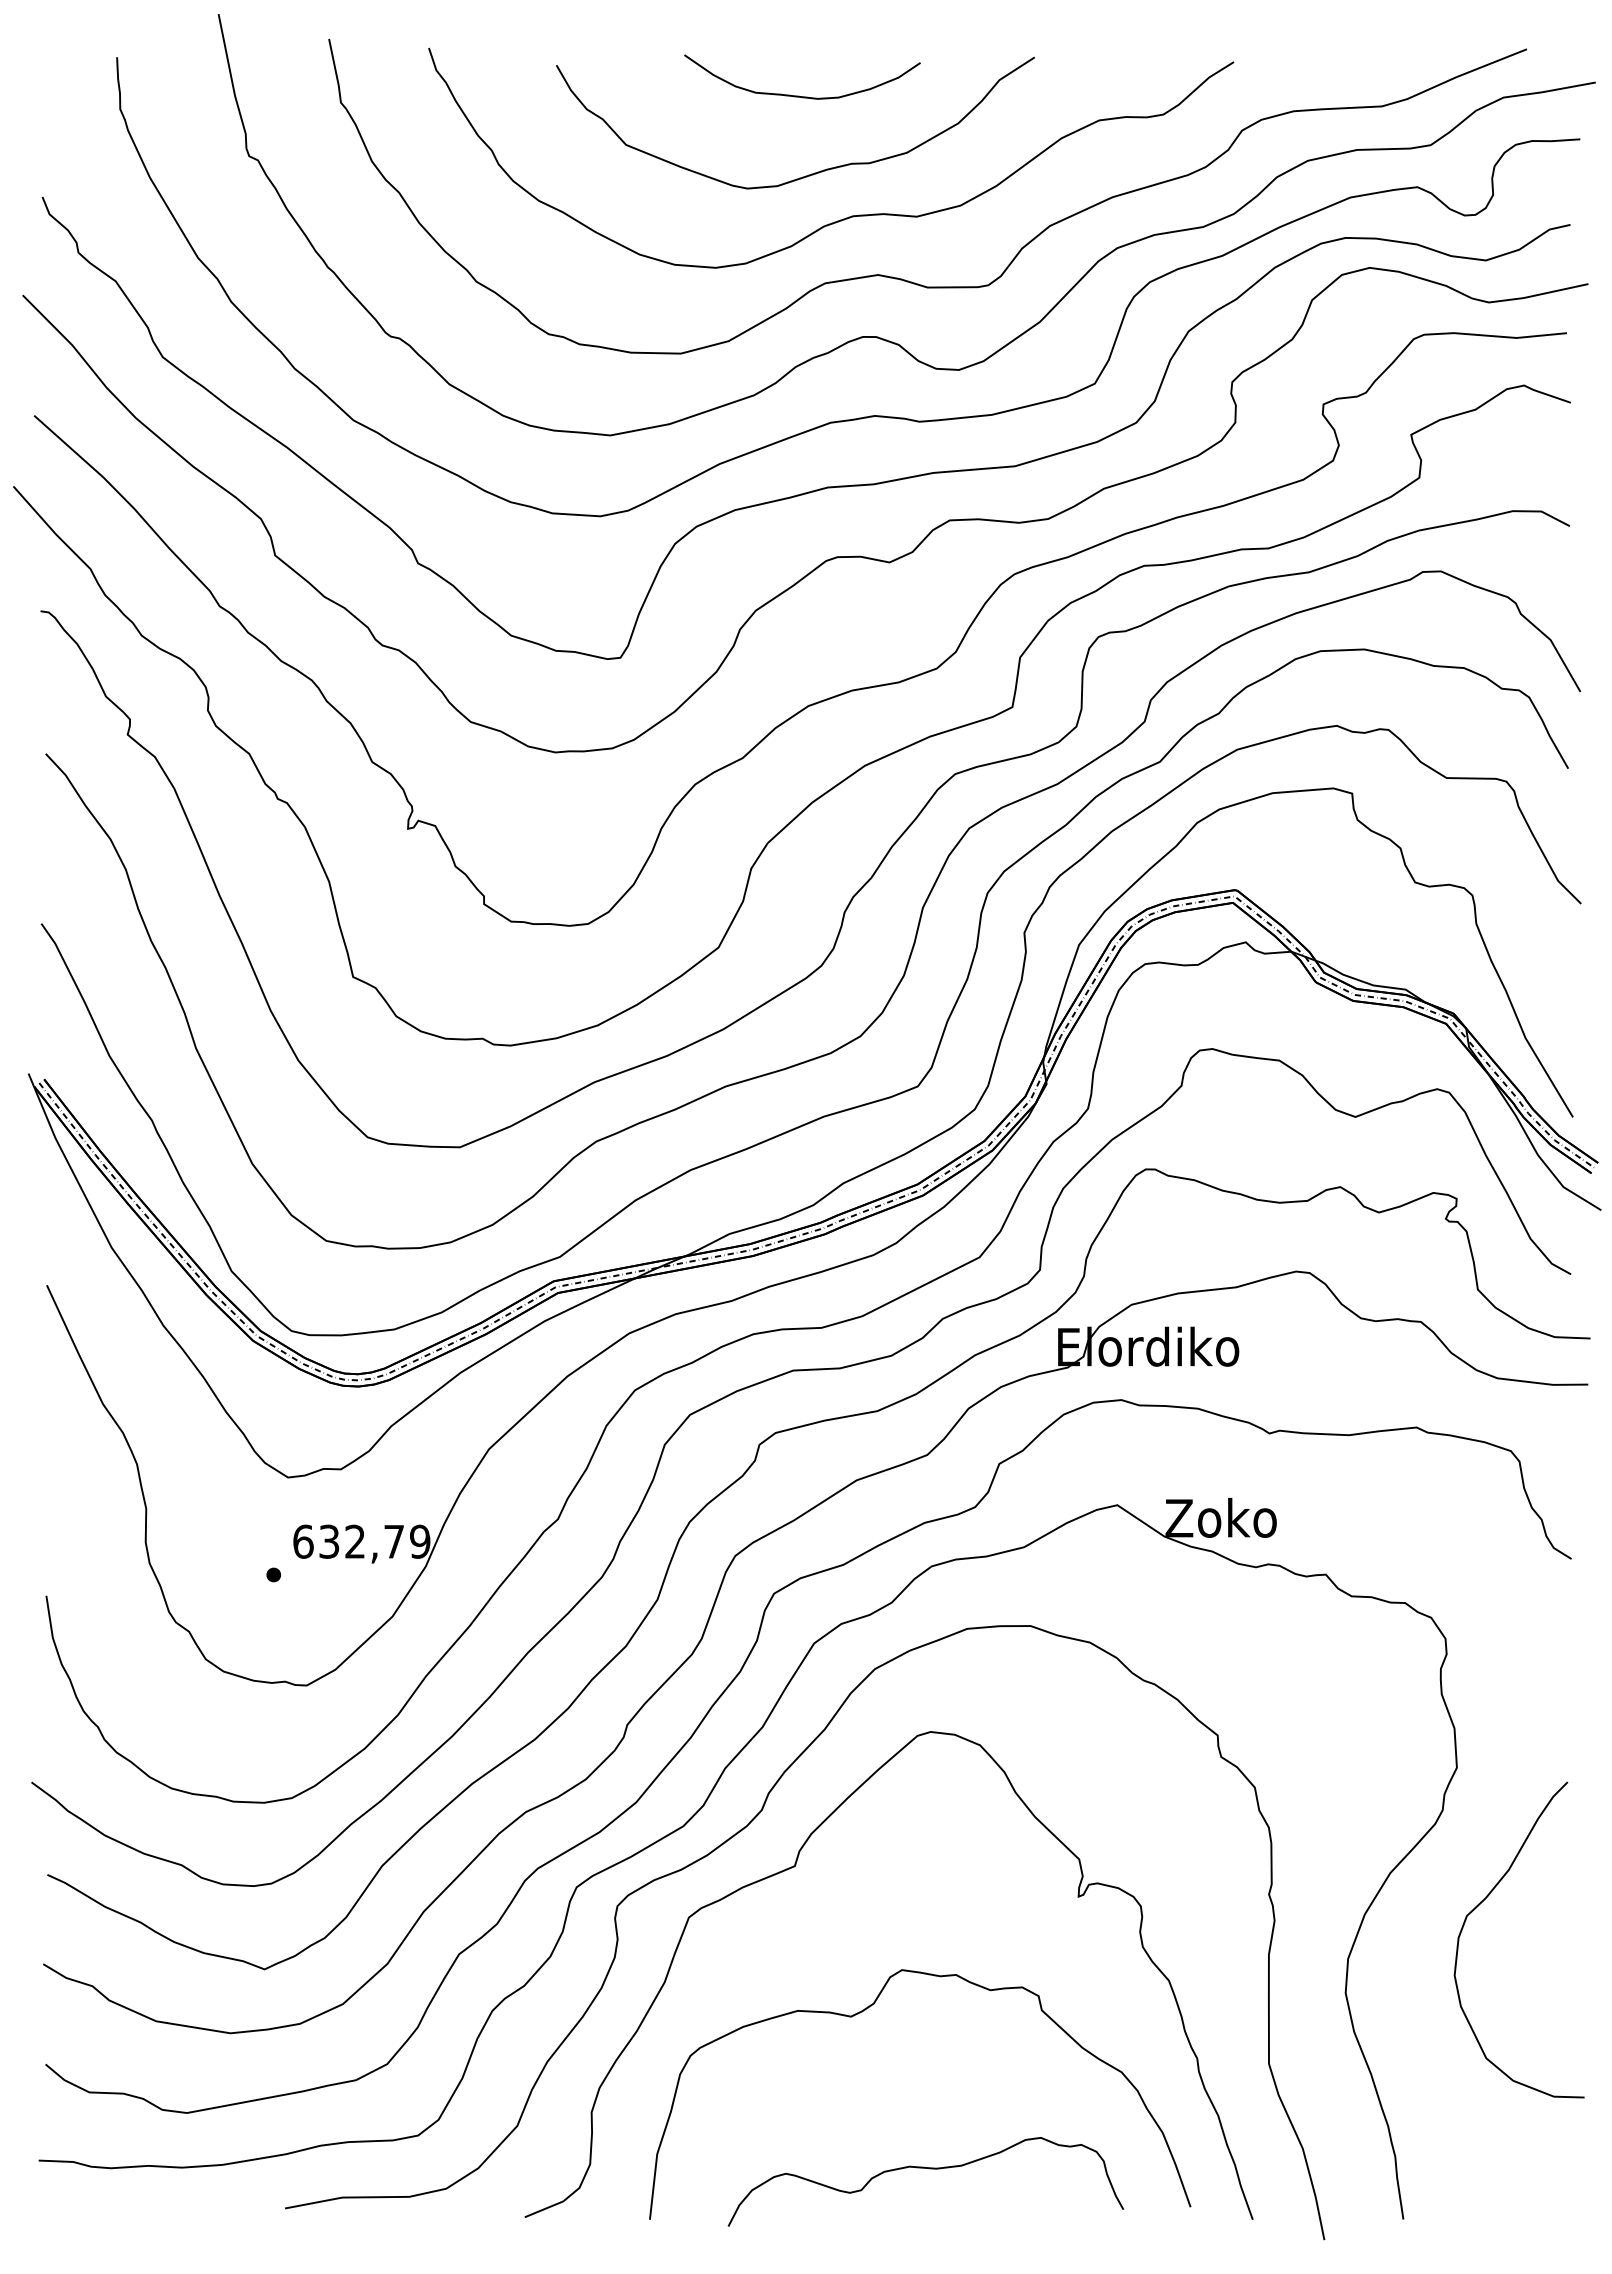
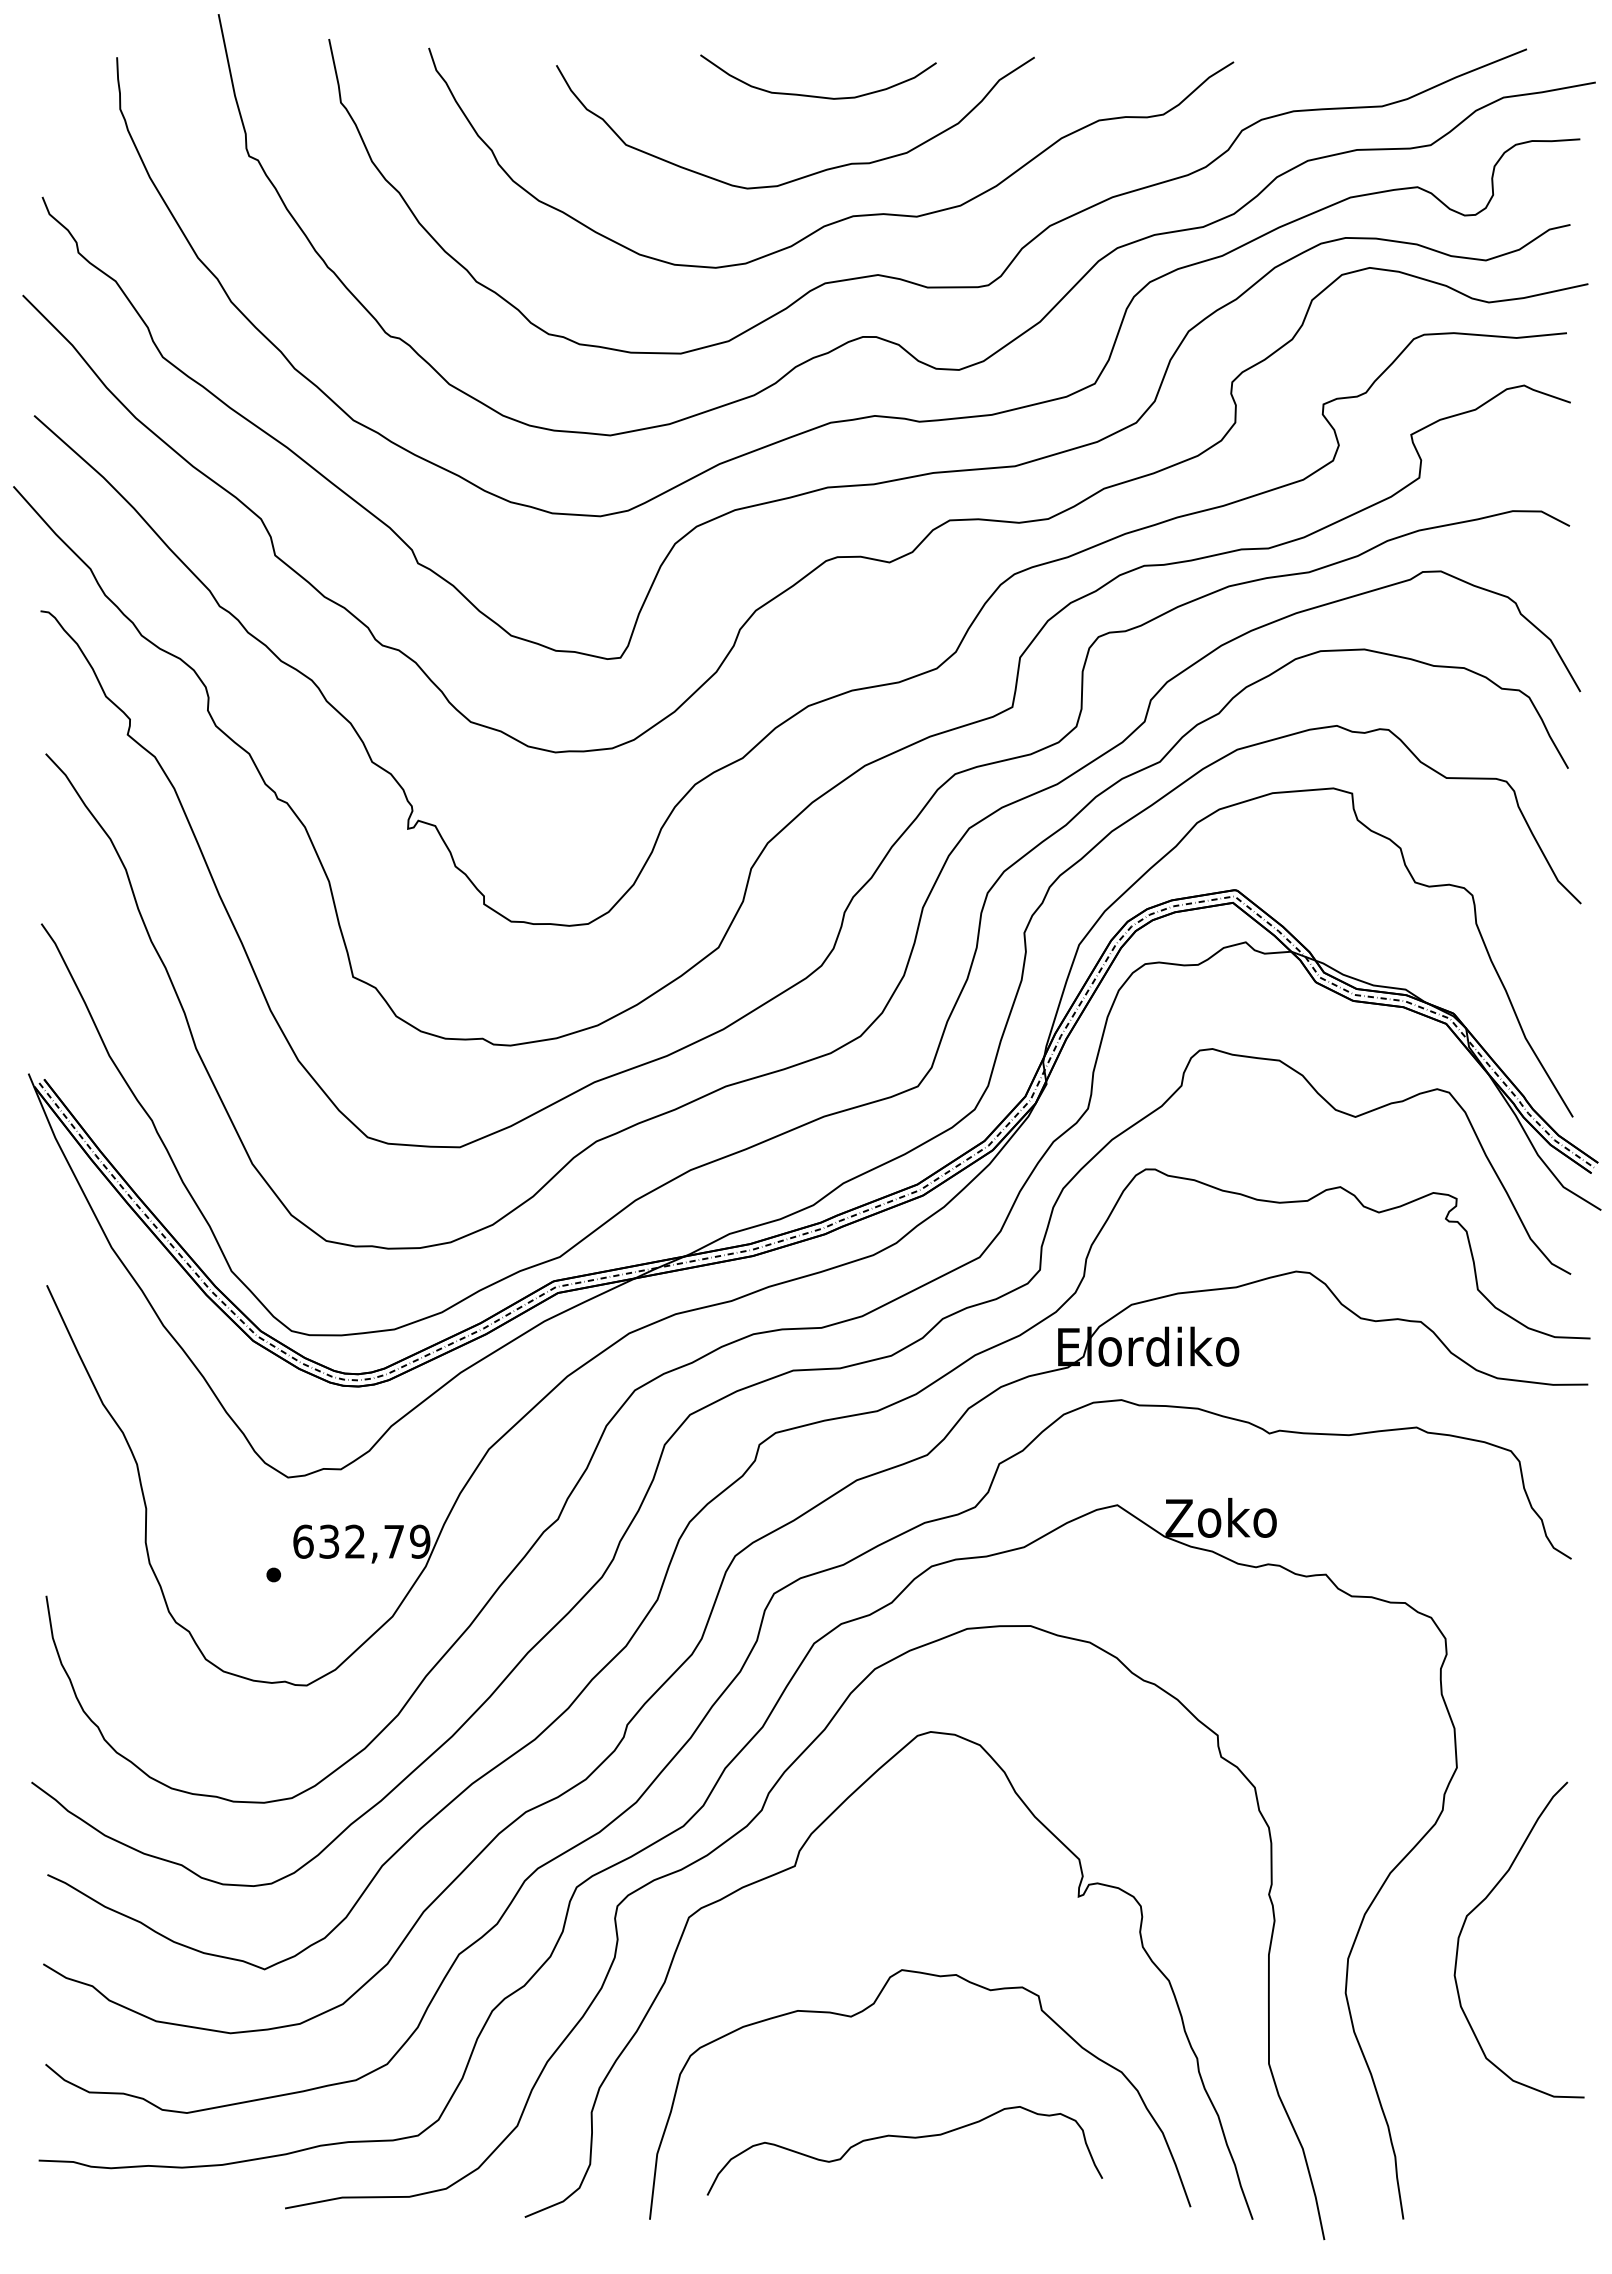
curve at (799, 95) position: (799, 95) -> (815, 95)
curve at (929, 2169) position: (929, 2169) -> (908, 2138)
